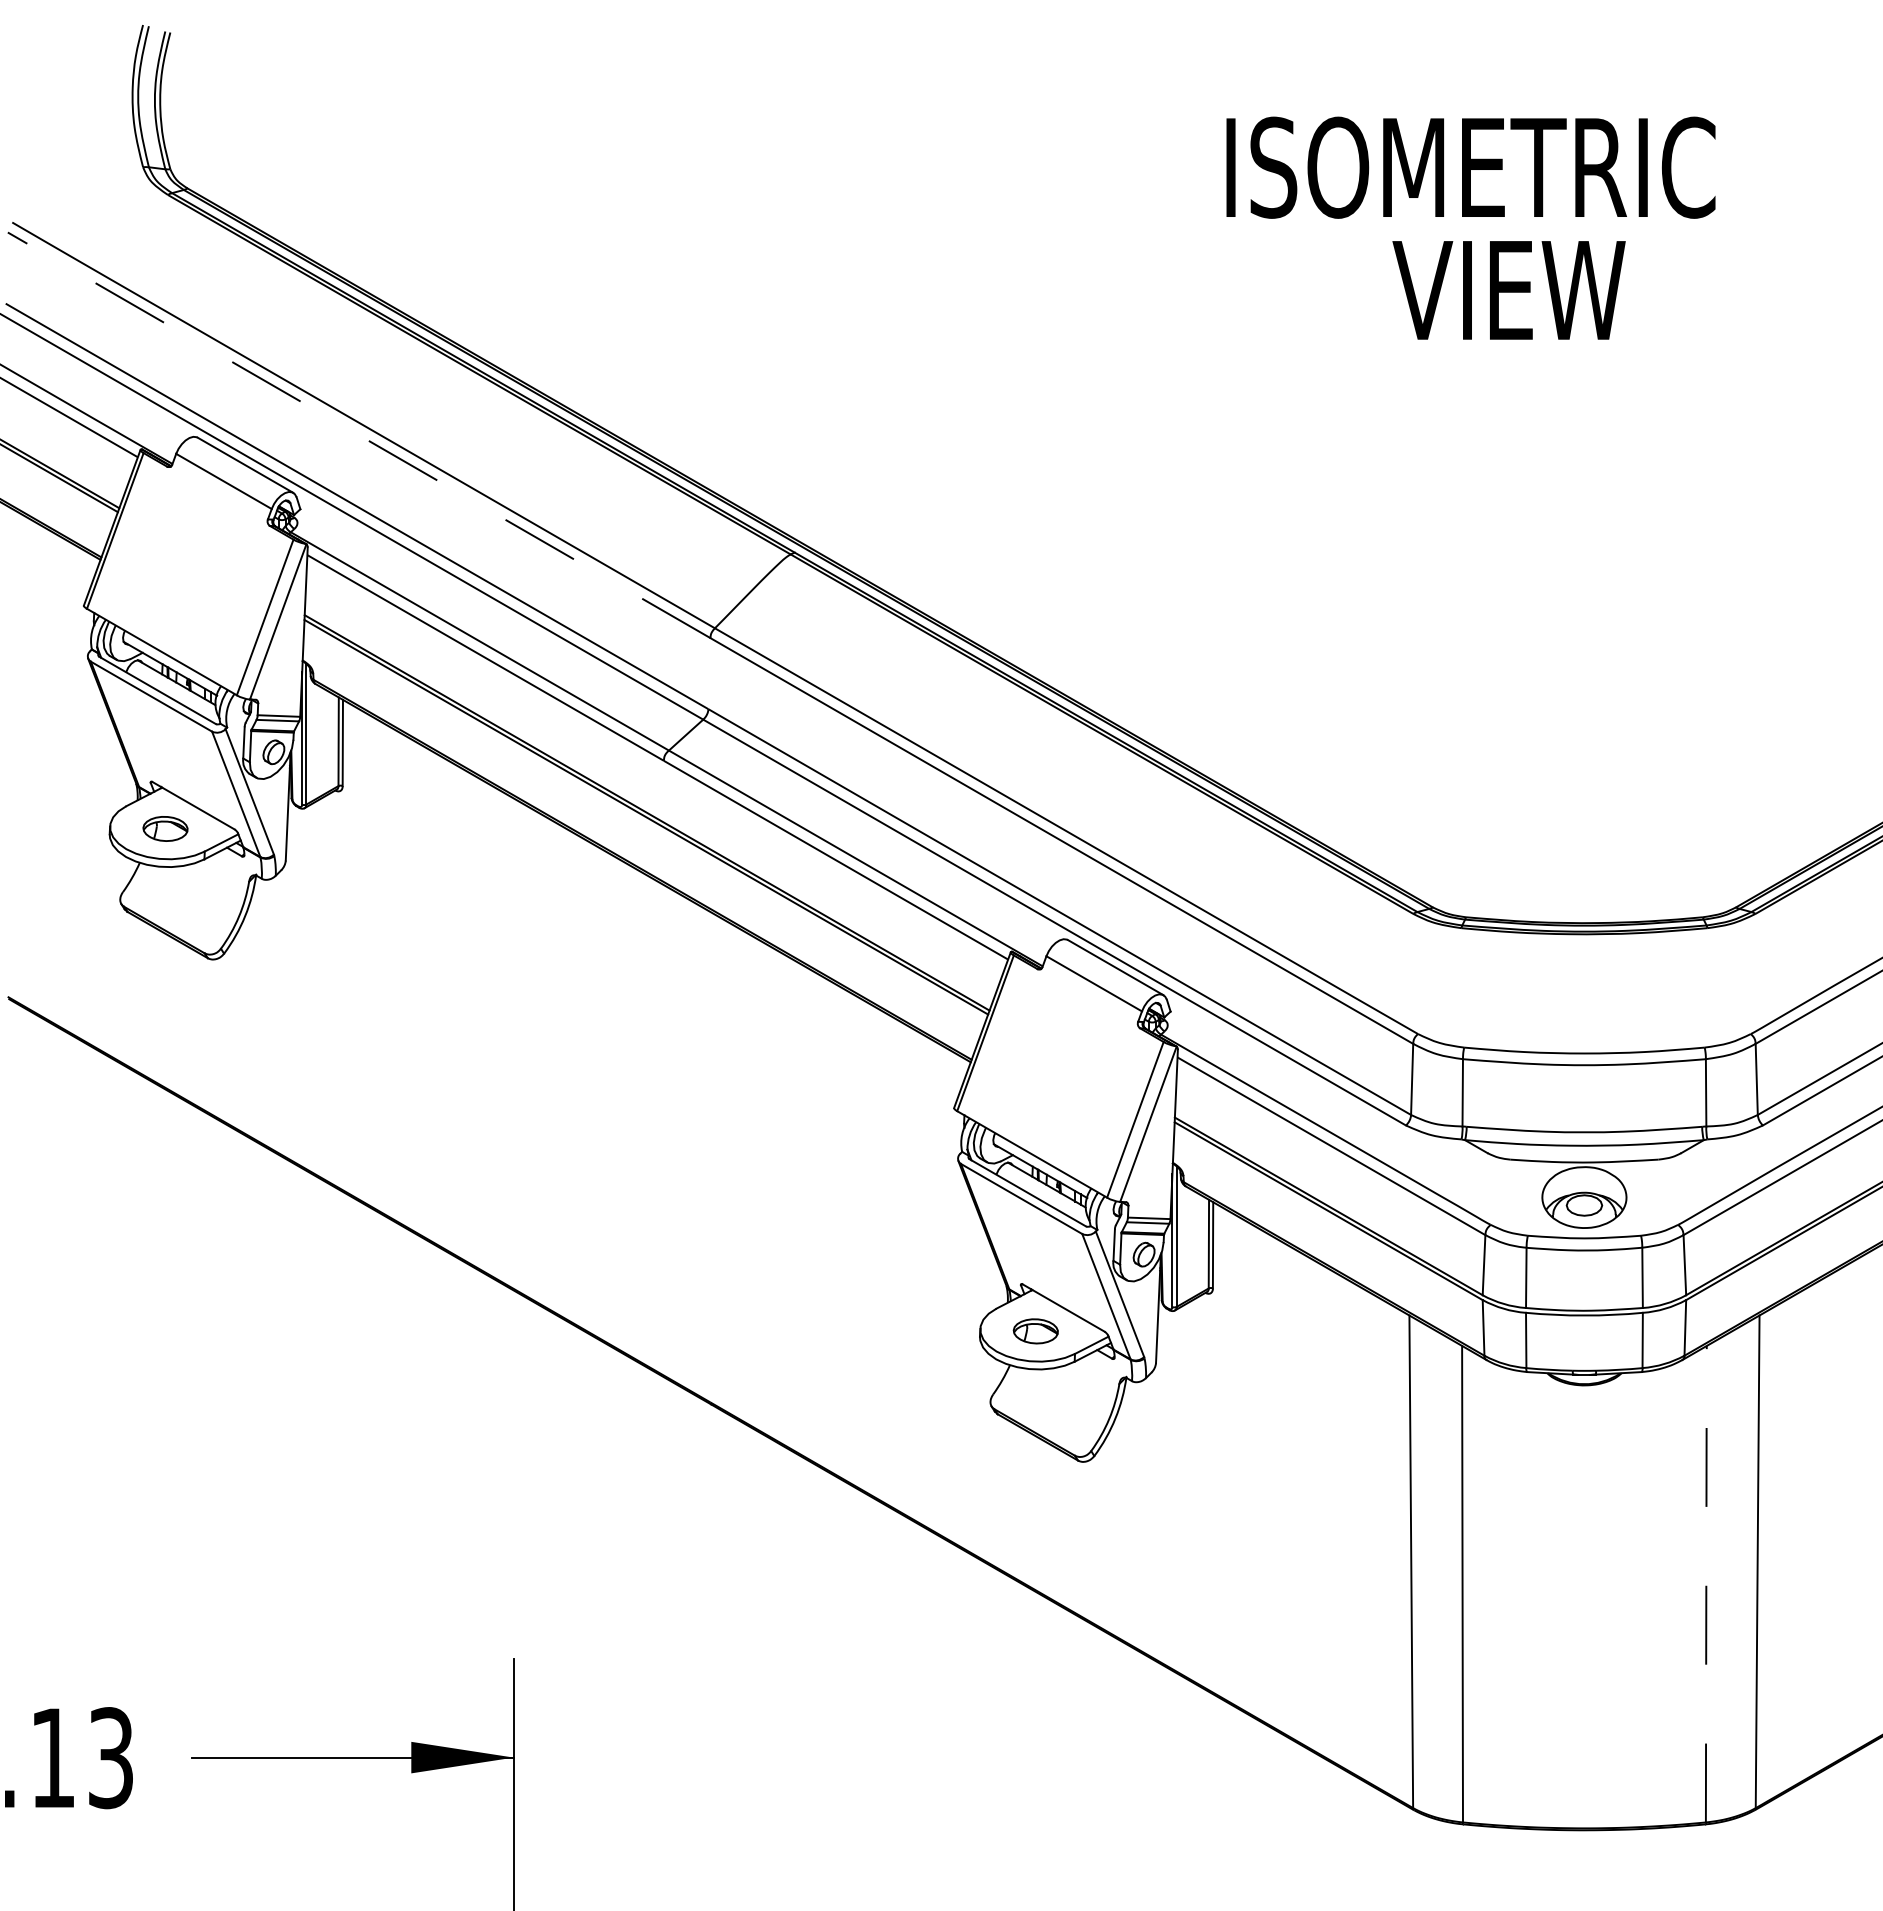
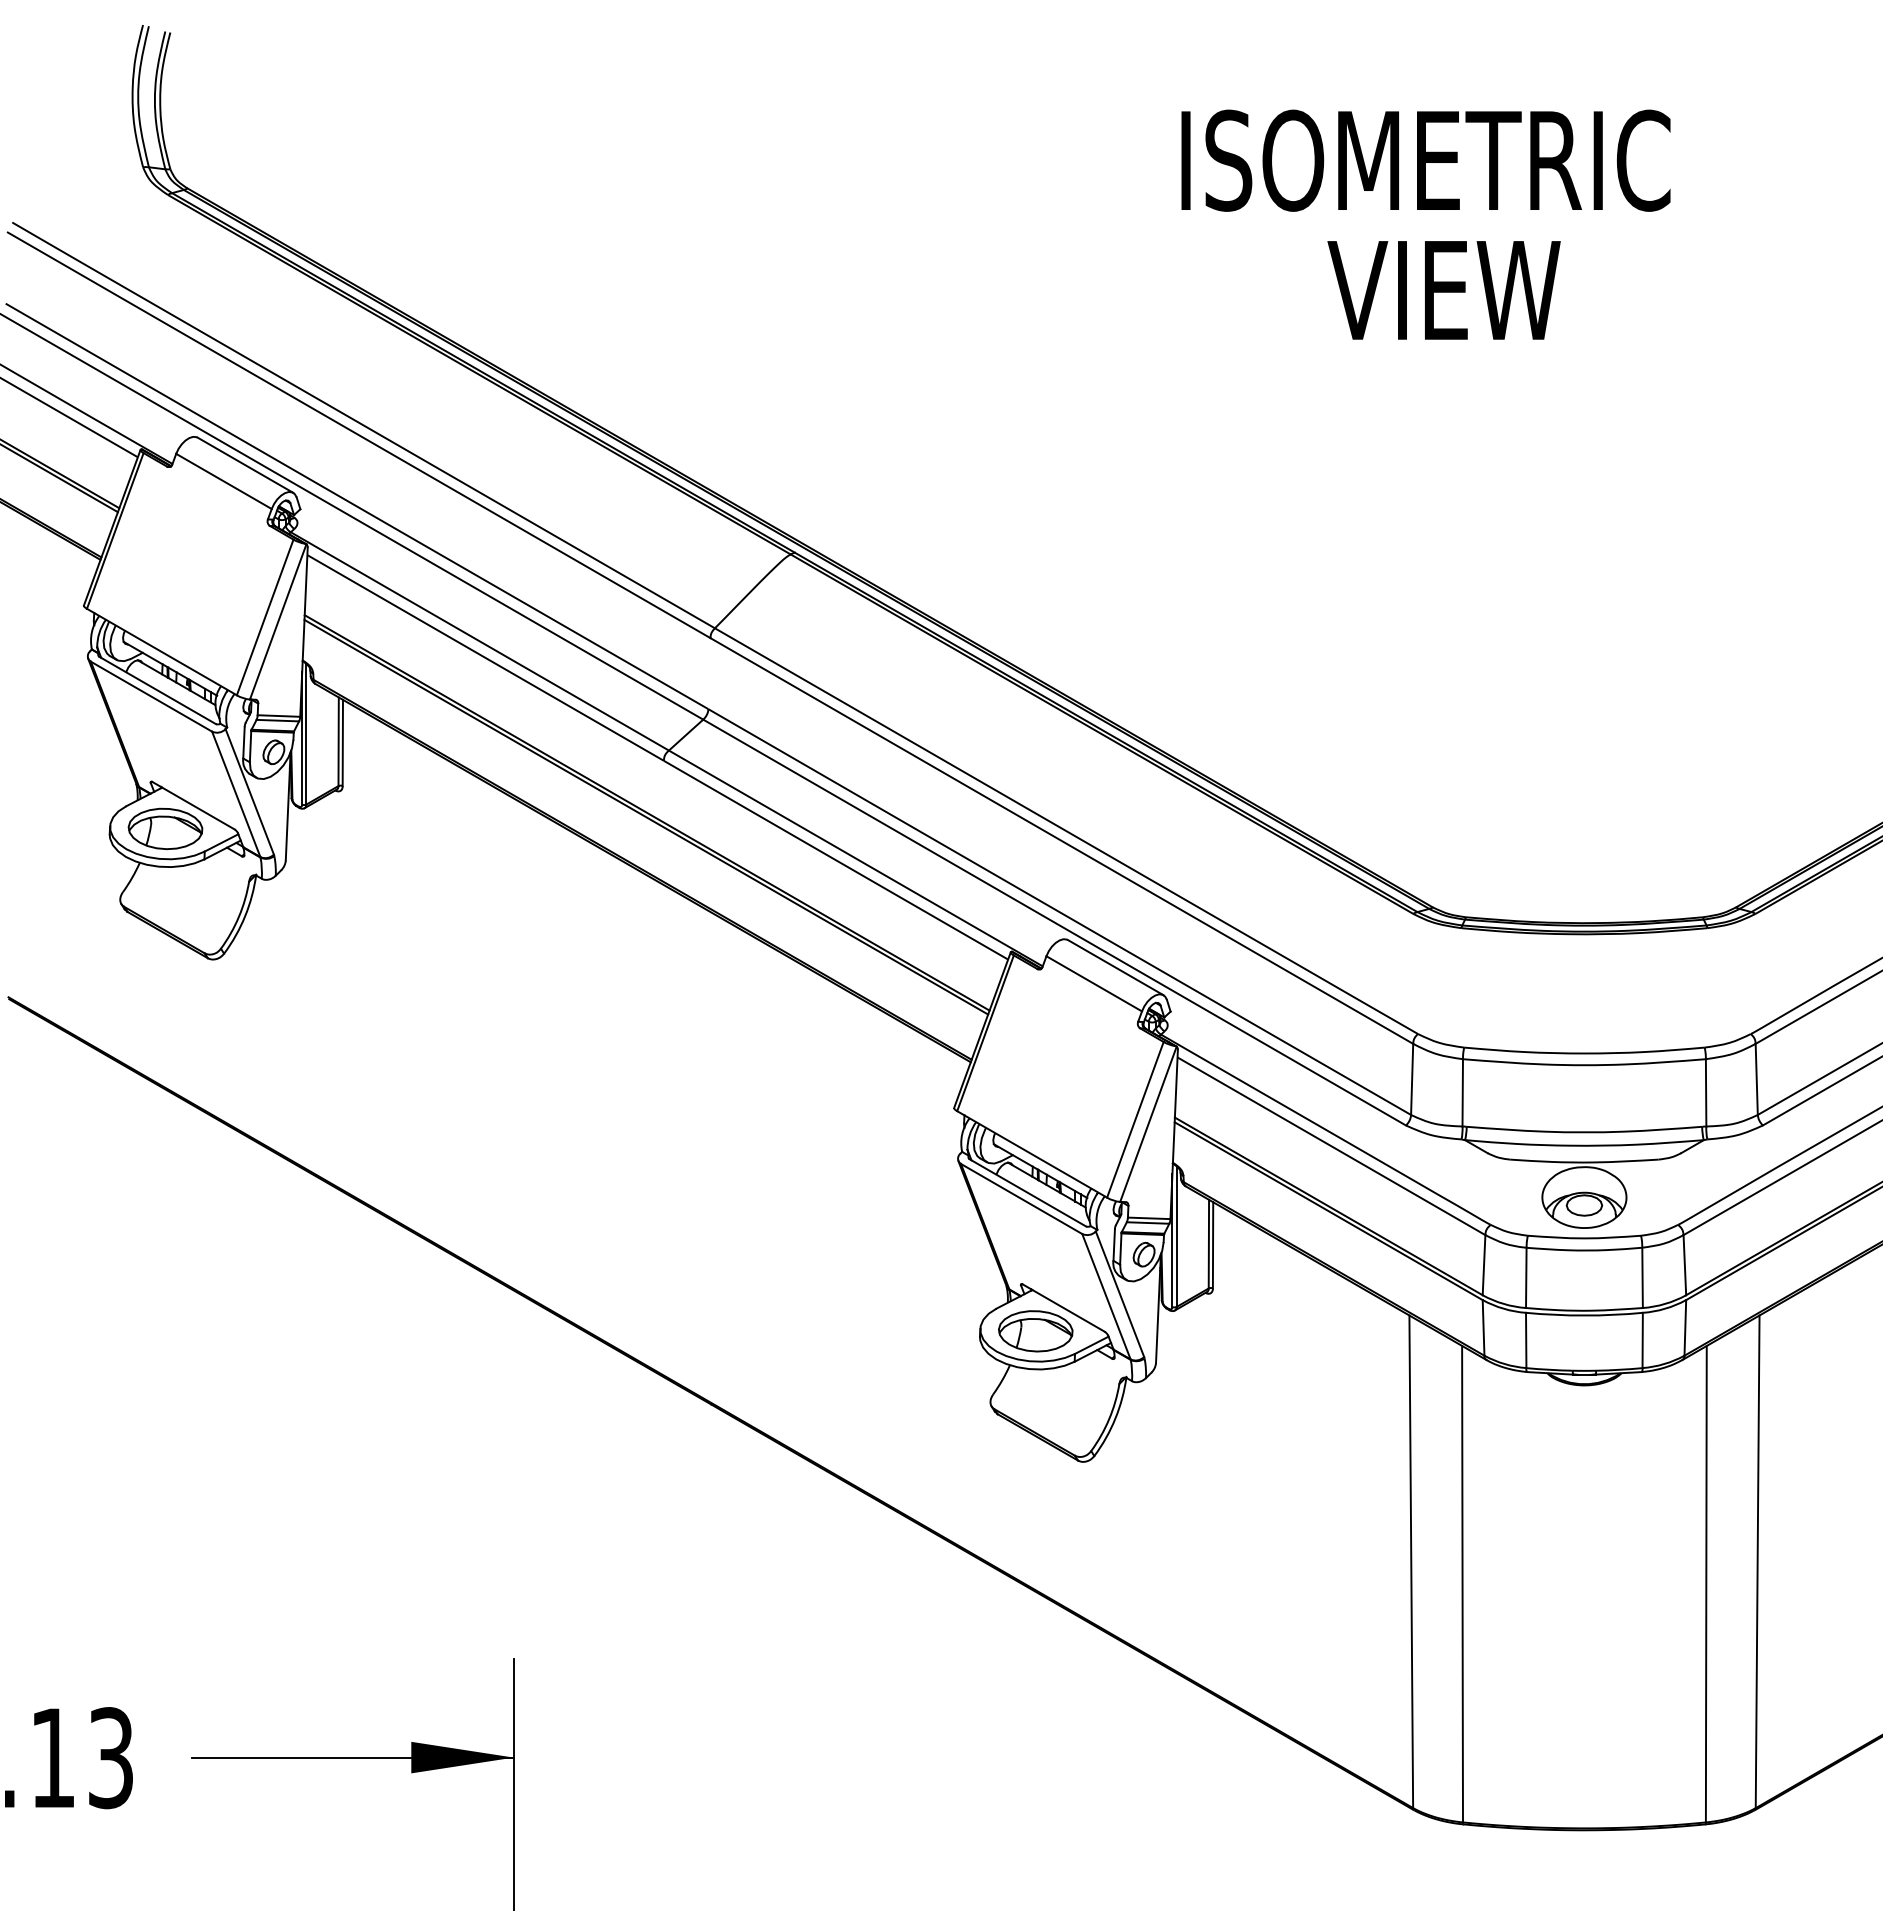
text at (1470, 167) position: (1470, 167) -> (1425, 160)
text at (1508, 290) position: (1508, 290) -> (1443, 290)
line at (359, 435): dashed -> solid
part at (165, 828) size: 47x26 px -> 77x44 px
part at (1035, 1331) size: 47x27 px -> 76x43 px
line at (1706, 1583): dashed -> solid
